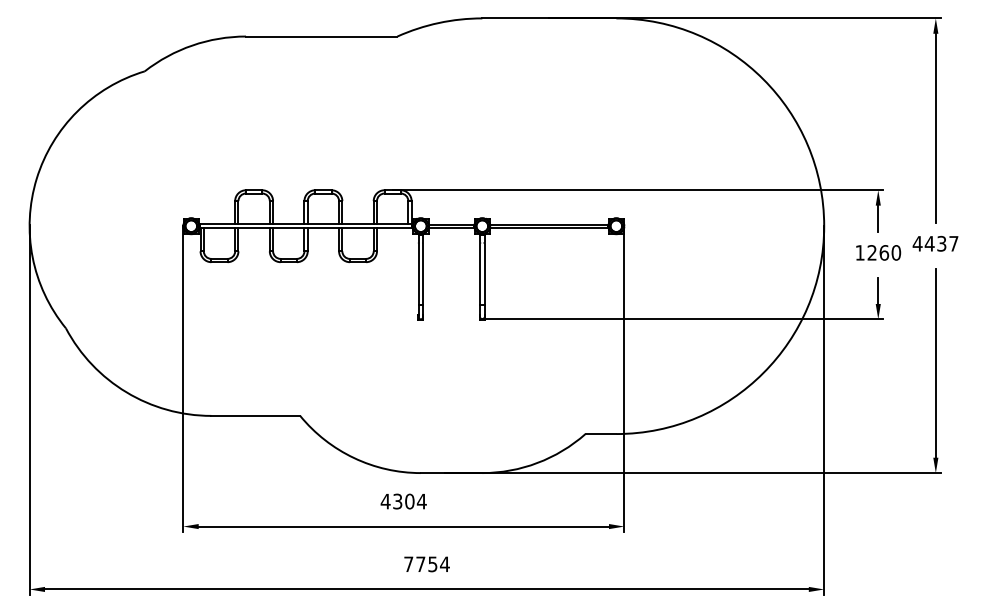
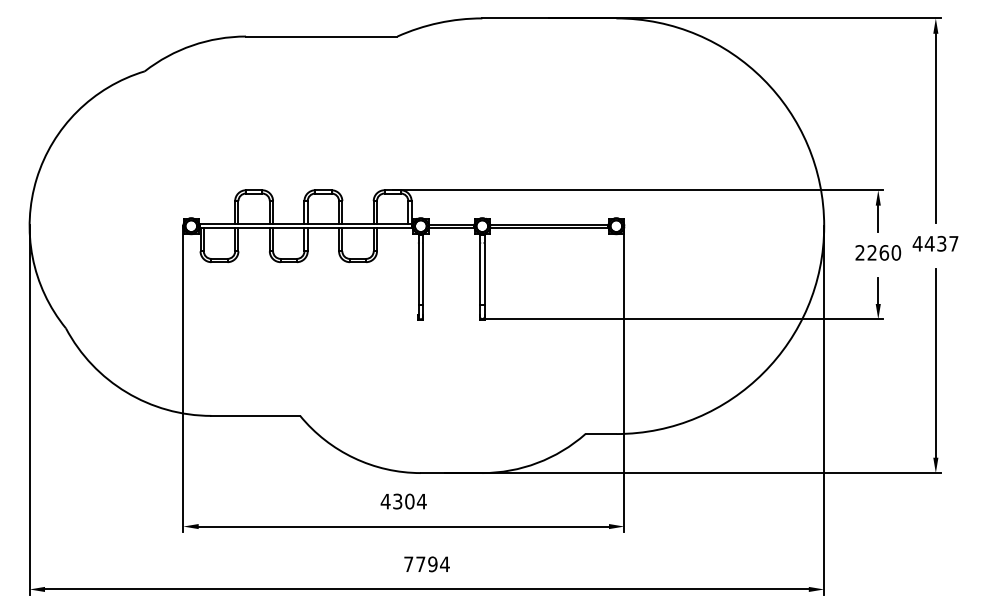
text at (859, 252): 1260 -> 2260
text at (432, 563): 7754 -> 7794
